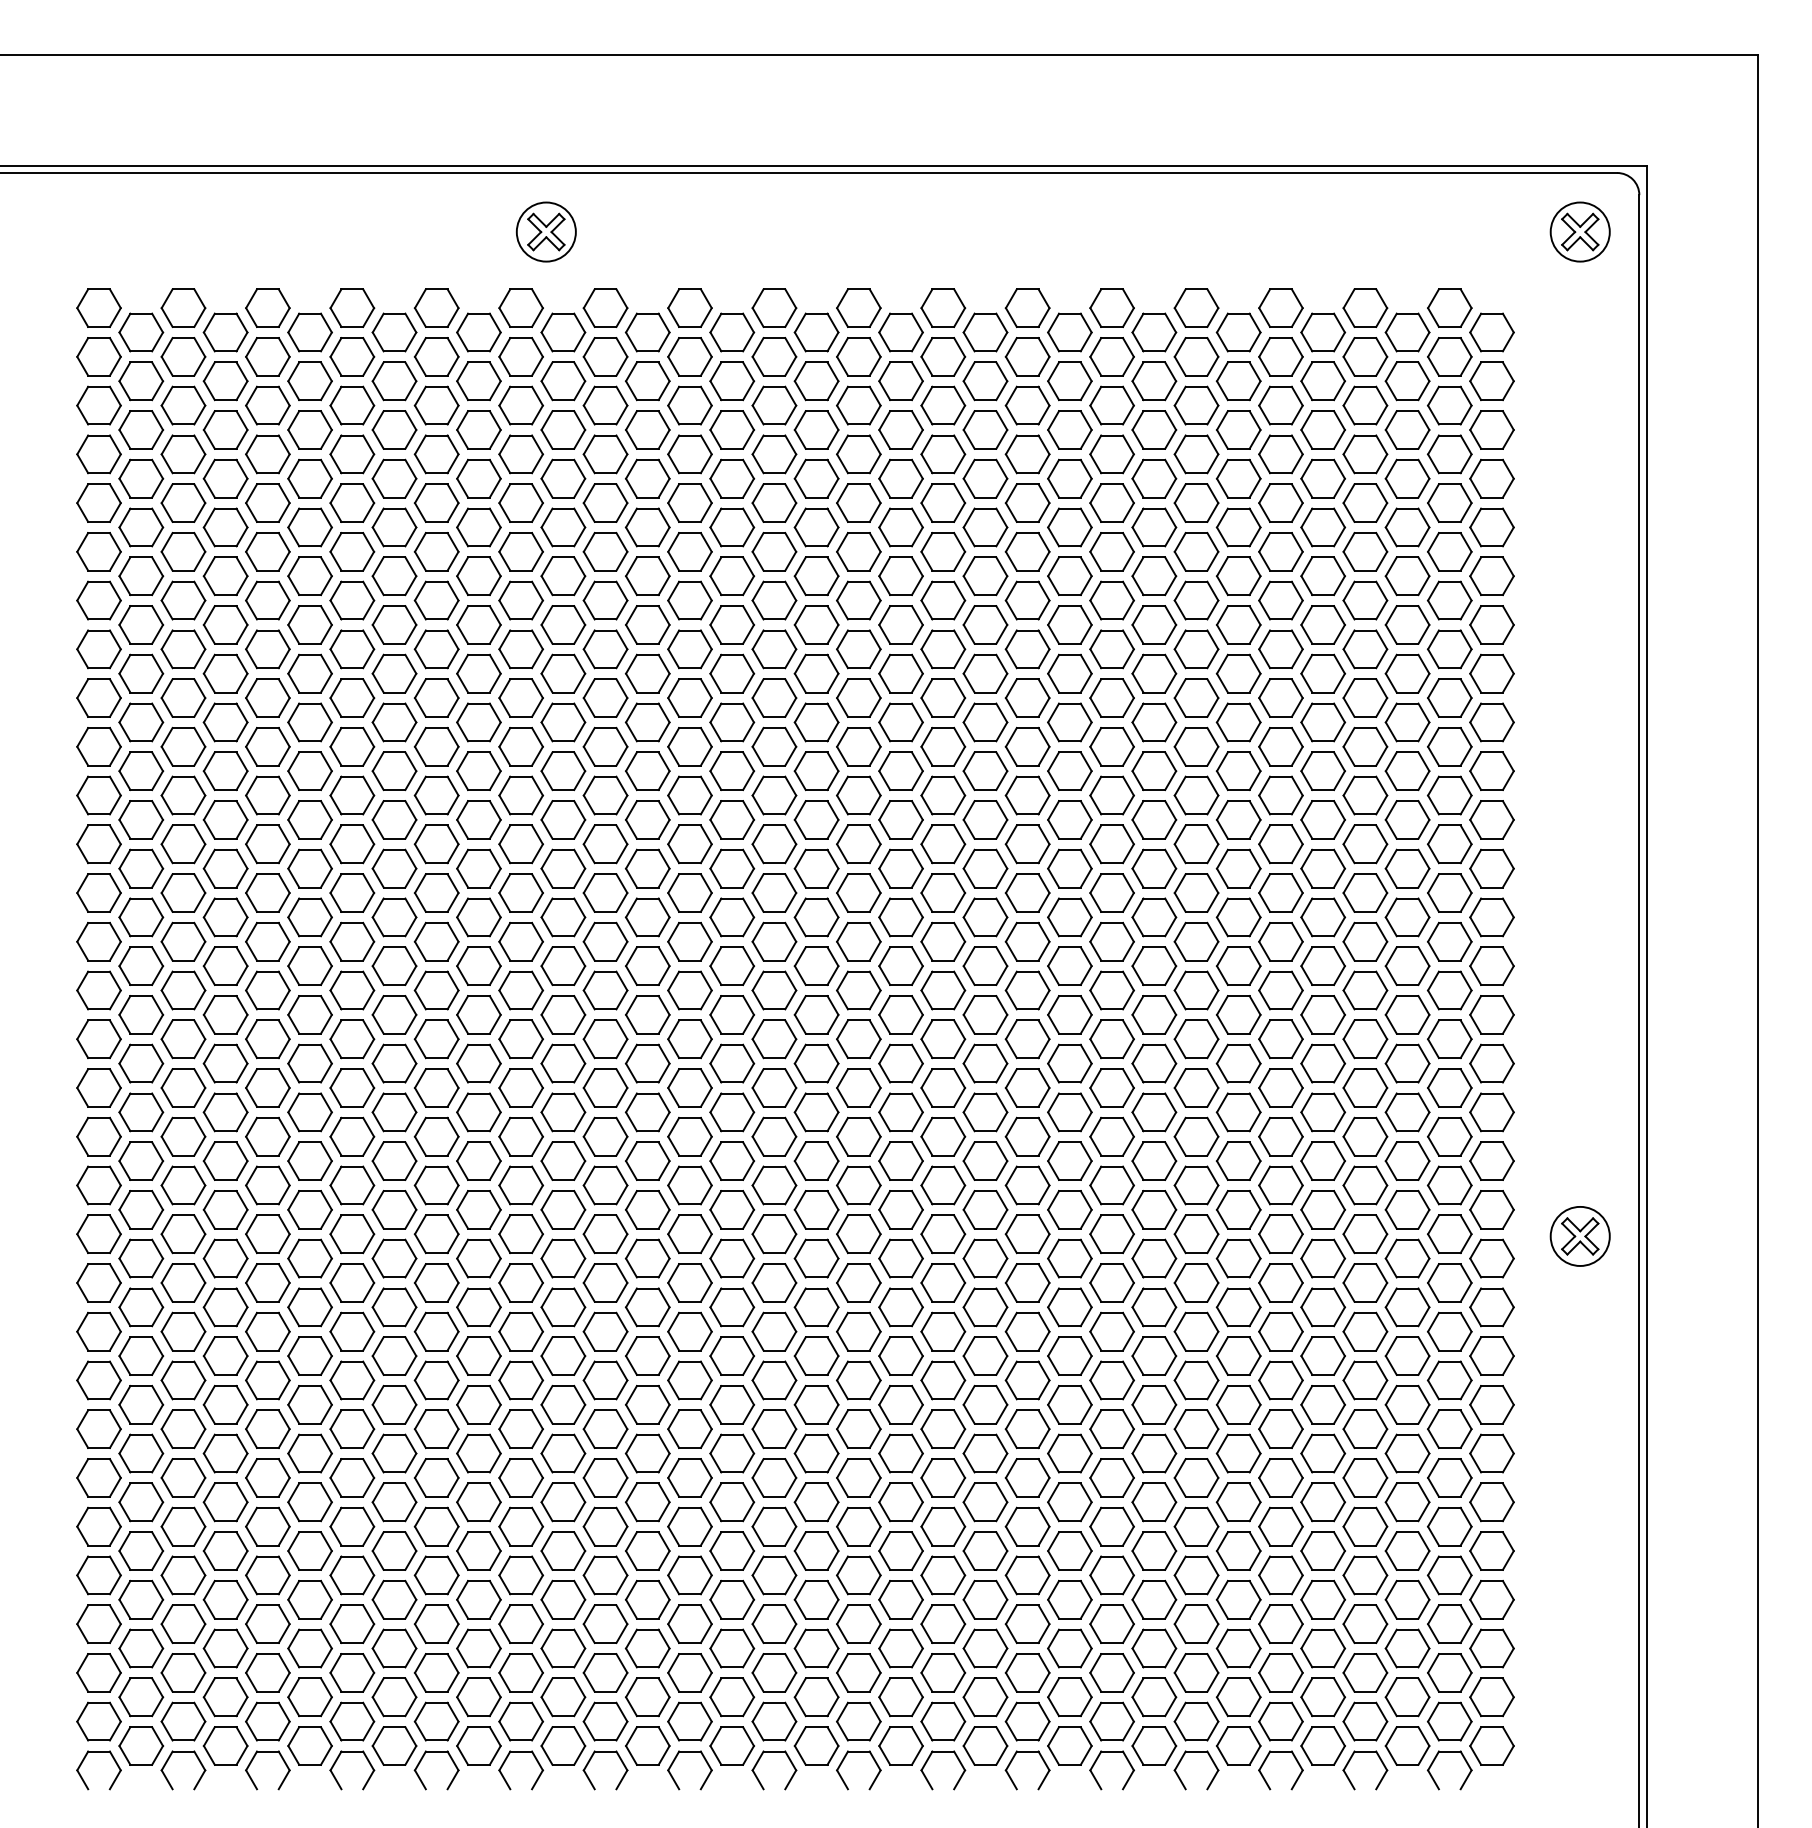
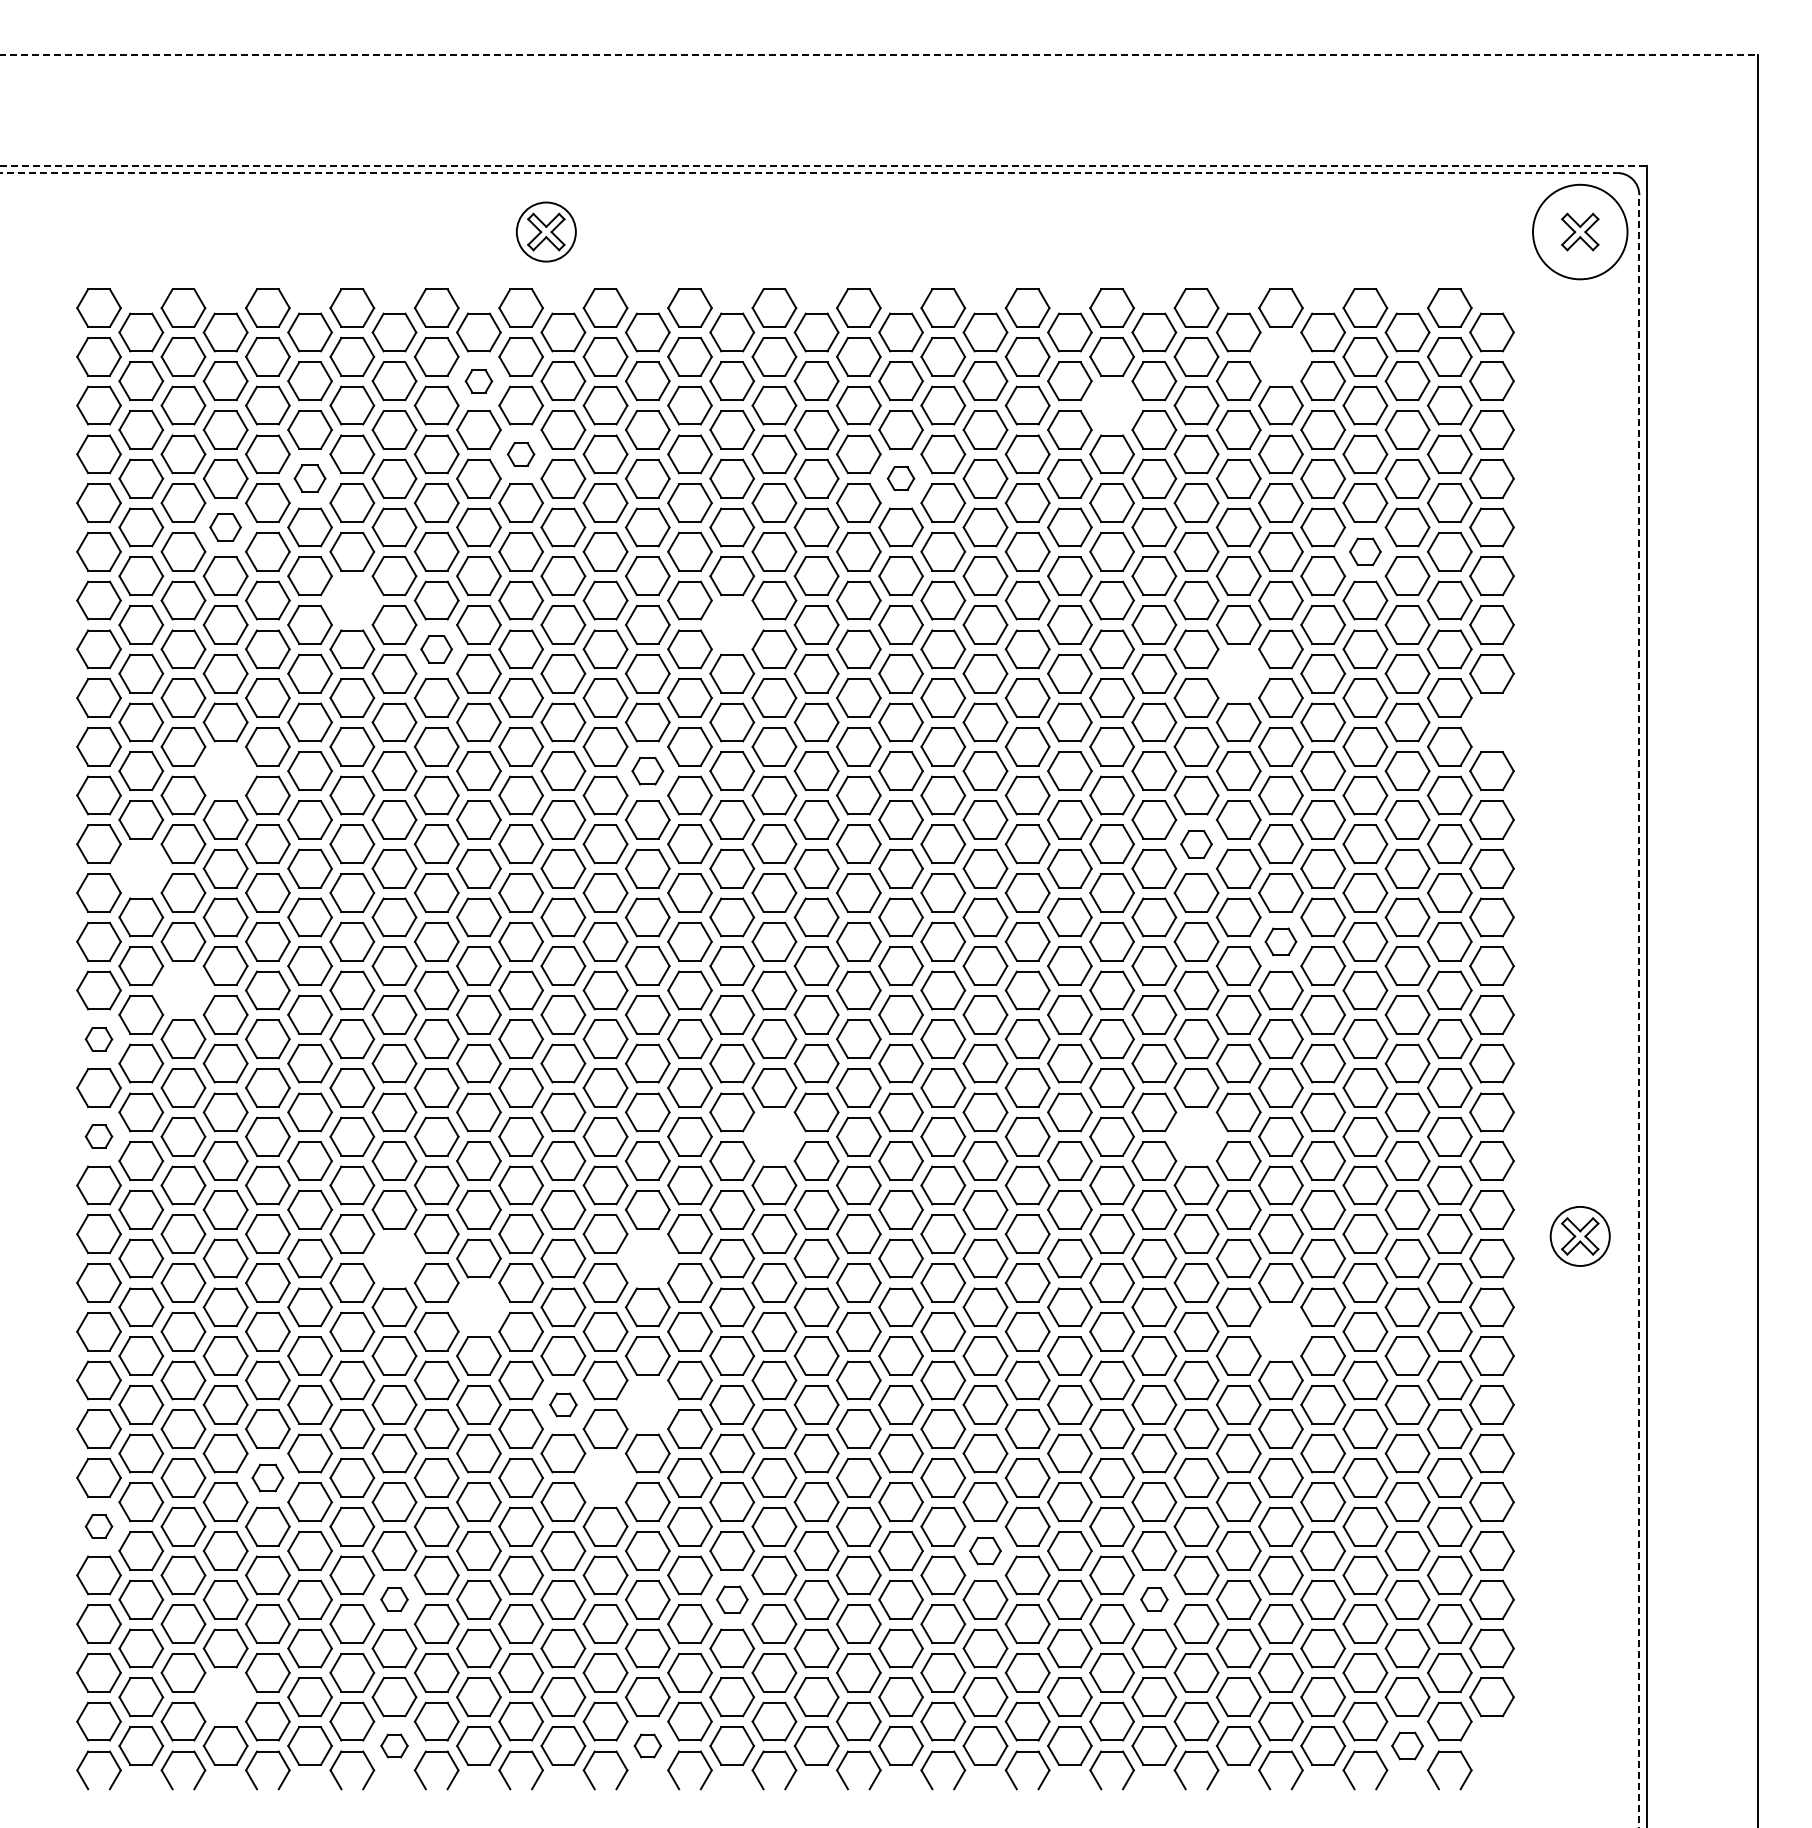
line at (879, 54): solid -> dashed
line at (823, 165): solid -> dashed
line at (809, 173): solid -> dashed
circle at (1579, 231) diameter: 59 px -> 95 px
part at (1280, 356): present -> none
part at (478, 381) size: 46x41 px -> 30x25 px
part at (1111, 405): present -> none
part at (520, 454) size: 46x41 px -> 30x25 px
part at (309, 478) size: 46x41 px -> 34x29 px
part at (900, 478) size: 46x41 px -> 30x25 px
part at (225, 527) size: 47x41 px -> 33x29 px
part at (1365, 551) size: 47x40 px -> 33x30 px
part at (352, 600): present -> none
part at (731, 624): present -> none
part at (436, 649) size: 47x41 px -> 33x29 px
part at (1238, 673): present -> none
part at (1491, 722): present -> none
part at (225, 771): present -> none
part at (647, 771) size: 46x41 px -> 34x29 px
part at (1196, 844) size: 47x41 px -> 33x29 px
part at (141, 868): present -> none
part at (1280, 941) size: 46x40 px -> 34x29 px
part at (183, 990): present -> none
line at (1639, 1011): solid -> dashed
part at (98, 1039) size: 46x41 px -> 30x25 px
part at (98, 1136) size: 46x41 px -> 30x25 px
part at (774, 1136): present -> none
part at (1196, 1136): present -> none
part at (394, 1258): present -> none
part at (647, 1258): present -> none
part at (478, 1307): present -> none
part at (1280, 1331): present -> none
part at (563, 1404) size: 47x40 px -> 29x26 px
part at (647, 1404): present -> none
part at (267, 1477) size: 46x40 px -> 34x30 px
part at (605, 1477): present -> none
part at (98, 1526) size: 46x41 px -> 30x25 px
part at (985, 1550) size: 47x40 px -> 33x30 px
part at (394, 1599) size: 47x41 px -> 29x25 px
part at (732, 1599) size: 47x41 px -> 33x29 px
part at (1154, 1599) size: 47x41 px -> 29x25 px
part at (225, 1697): present -> none
part at (394, 1745) size: 47x40 px -> 29x26 px
part at (647, 1745) size: 46x40 px -> 29x26 px
part at (1407, 1745) size: 47x40 px -> 33x30 px
part at (1491, 1745): present -> none
